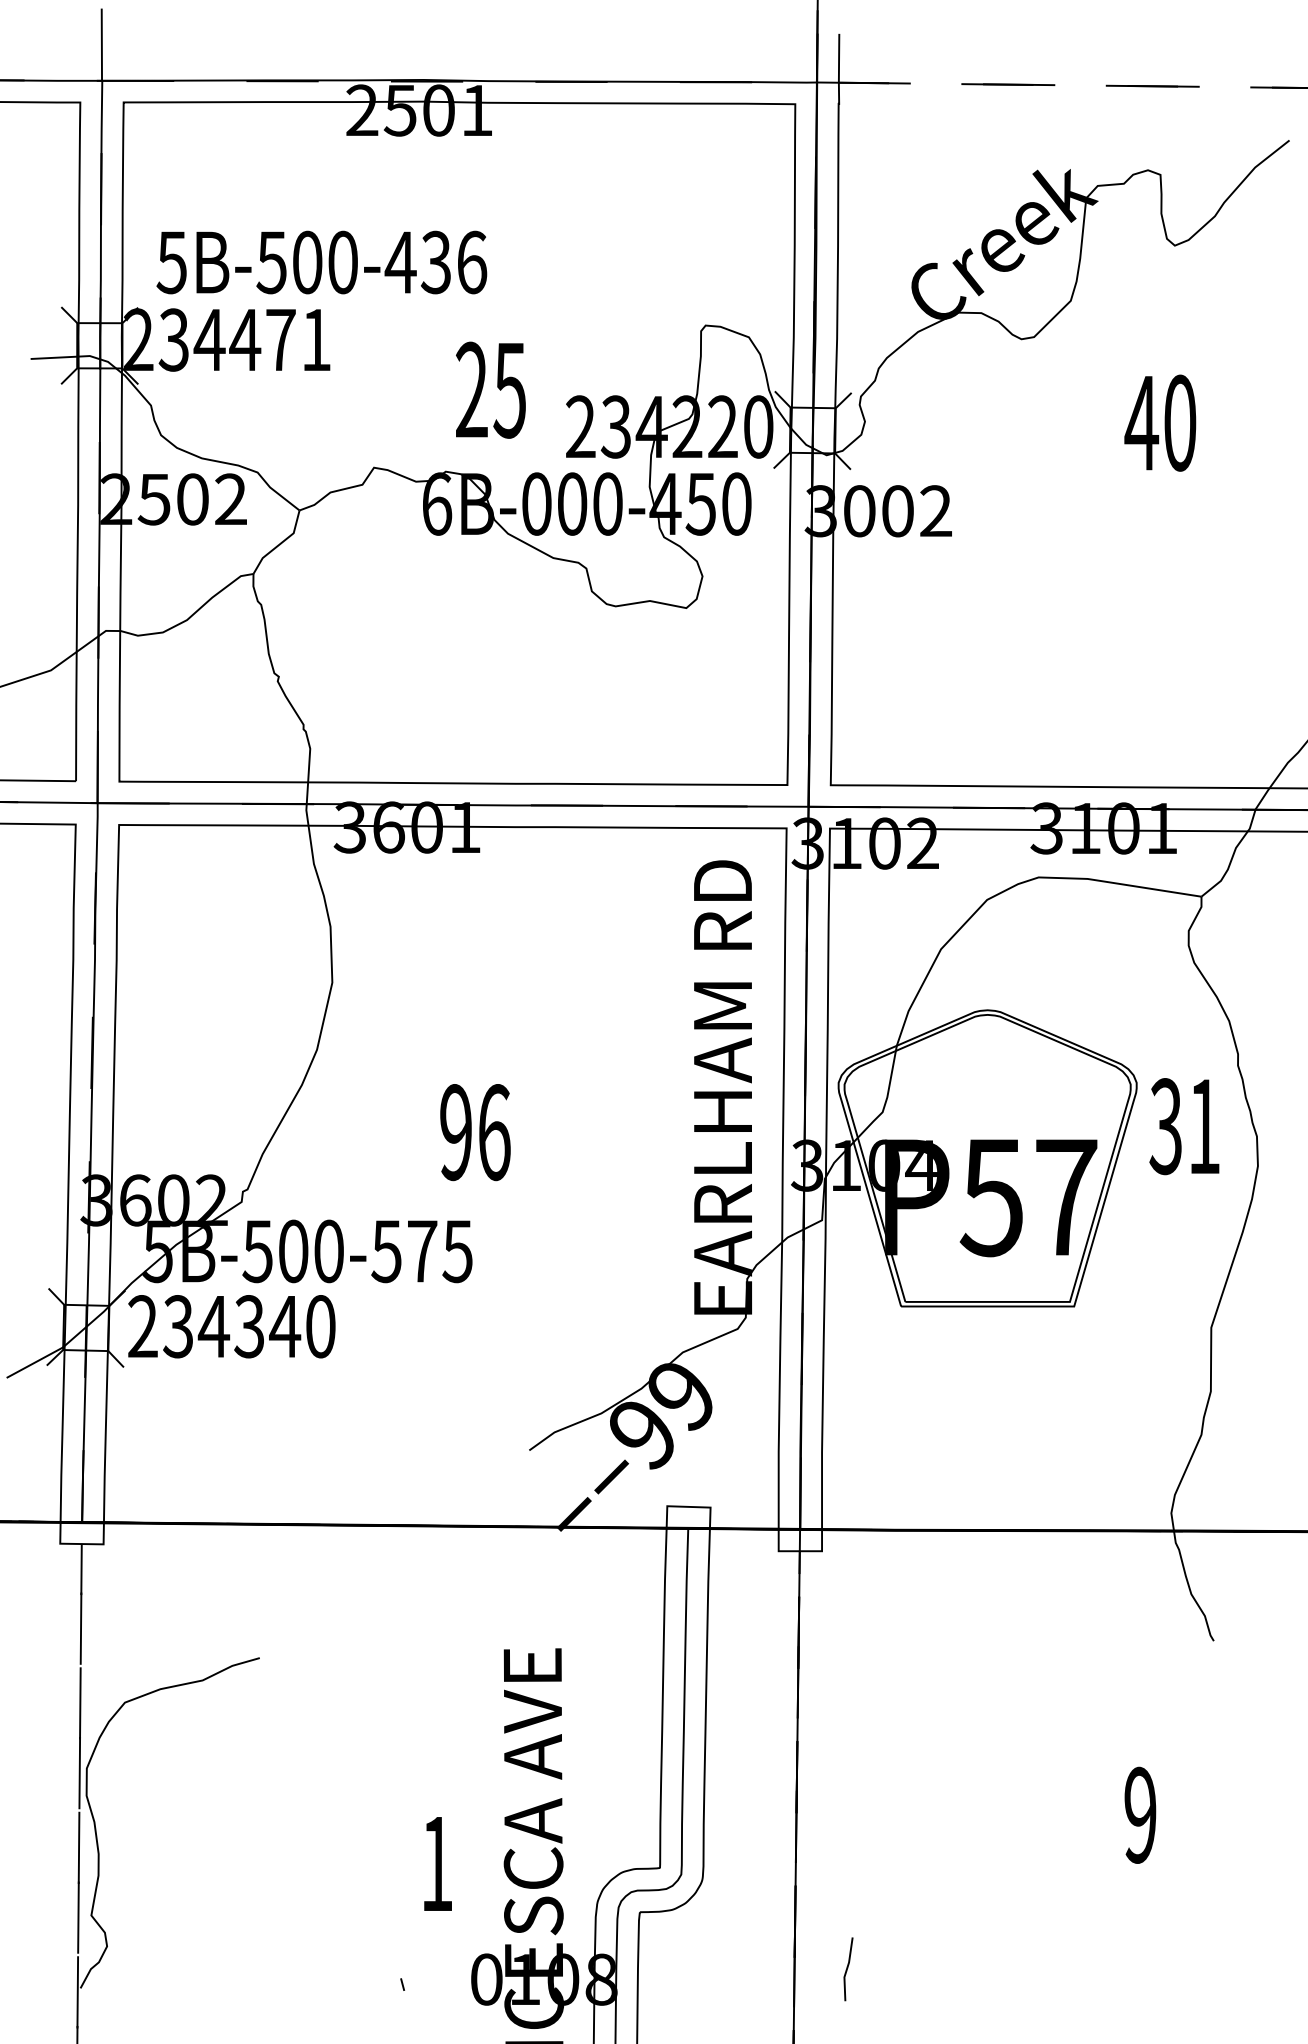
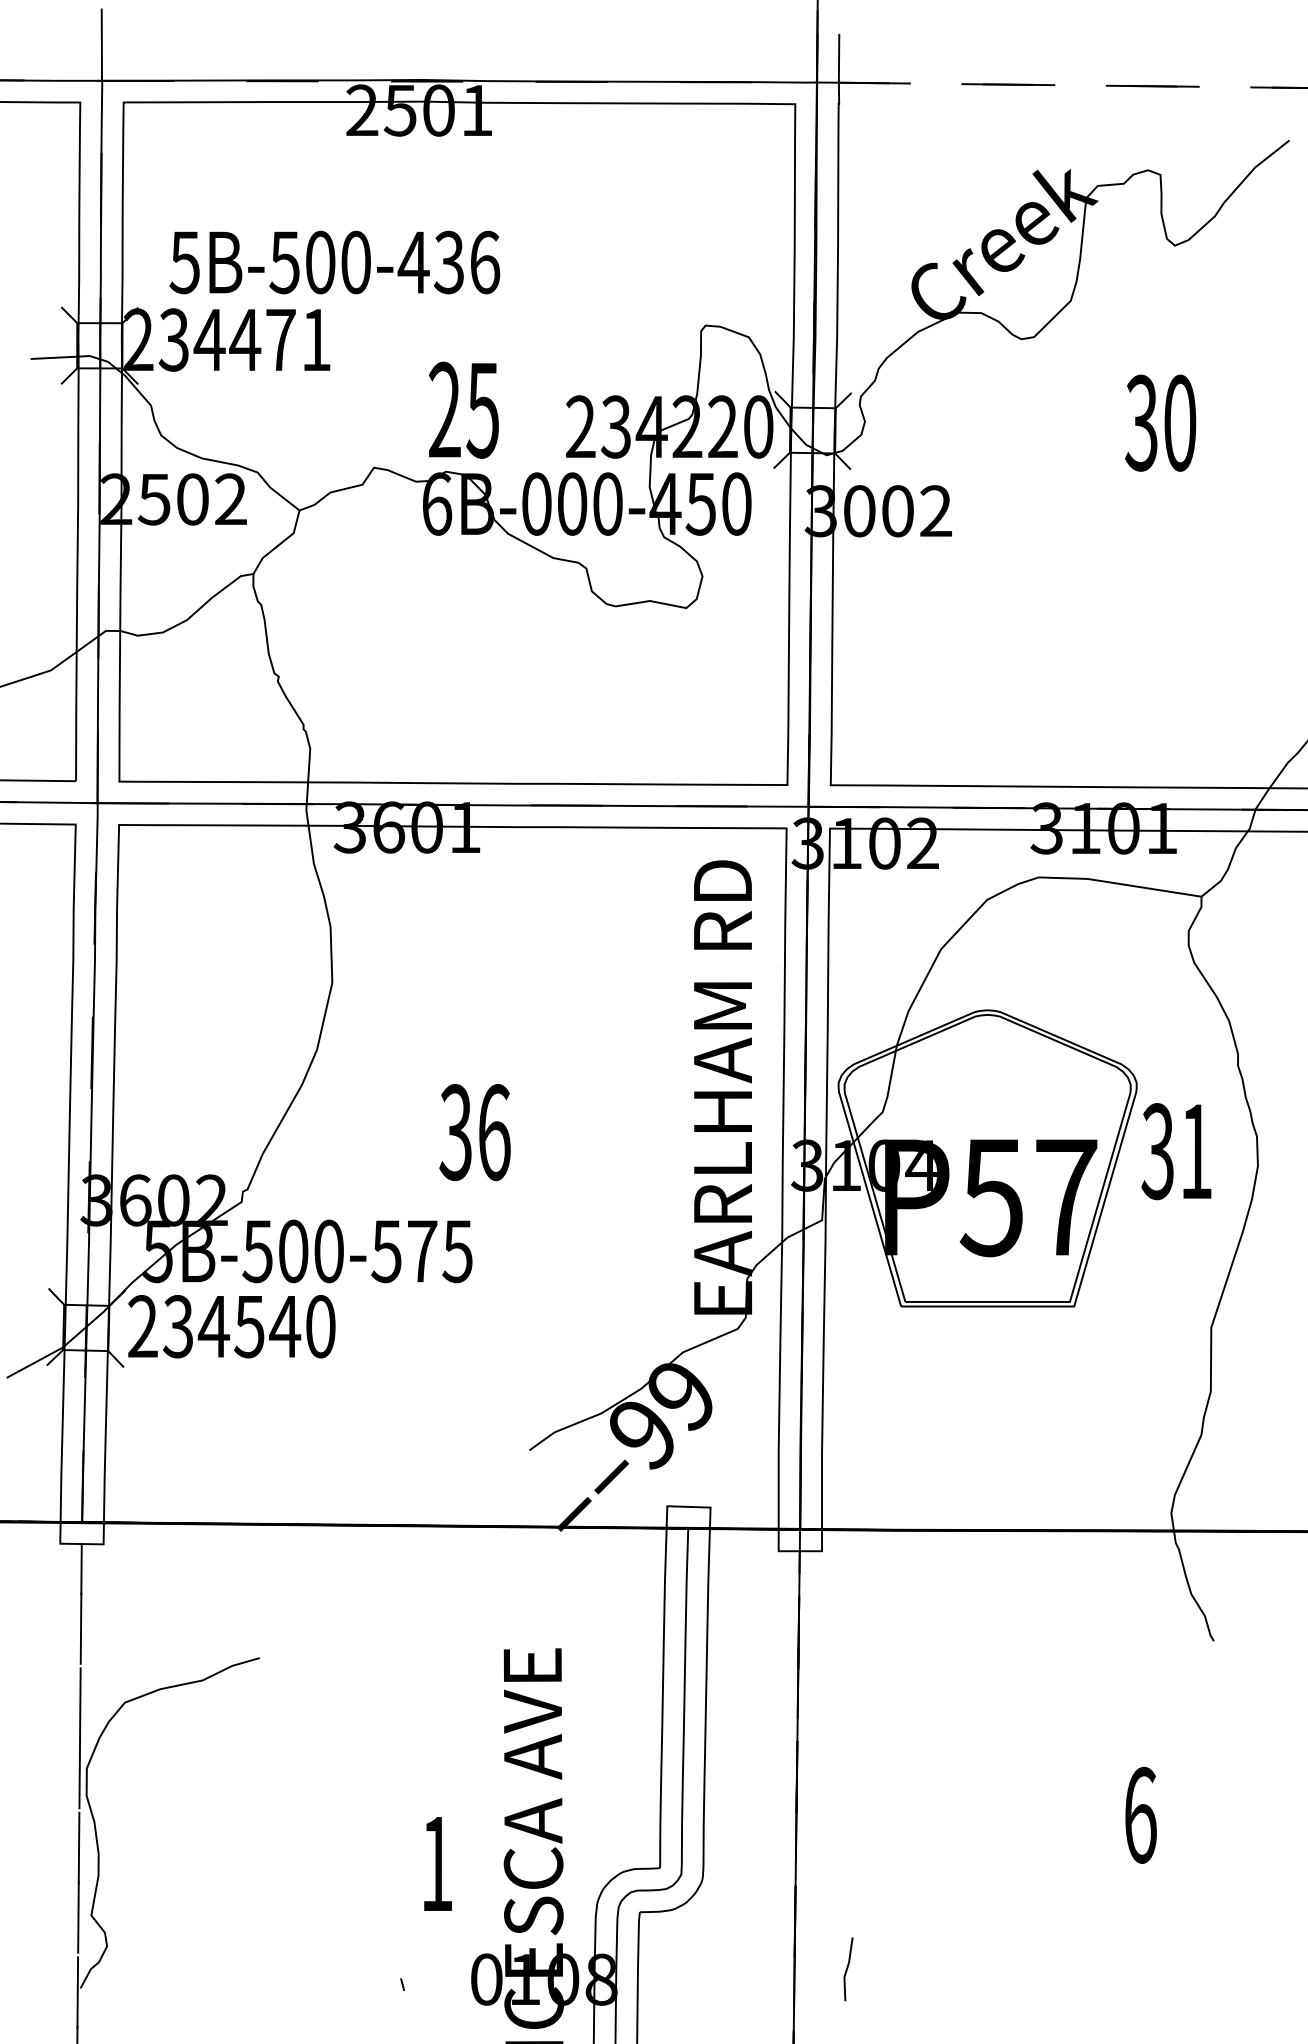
text at (321, 262) position: (321, 262) -> (334, 262)
text at (490, 389) position: (490, 389) -> (463, 409)
text at (1141, 422): 40 -> 30
text at (1184, 1126) position: (1184, 1126) -> (1176, 1151)
text at (455, 1132): 96 -> 36
text at (249, 1326): 234340 -> 234540
text at (1140, 1814): 9 -> 6
